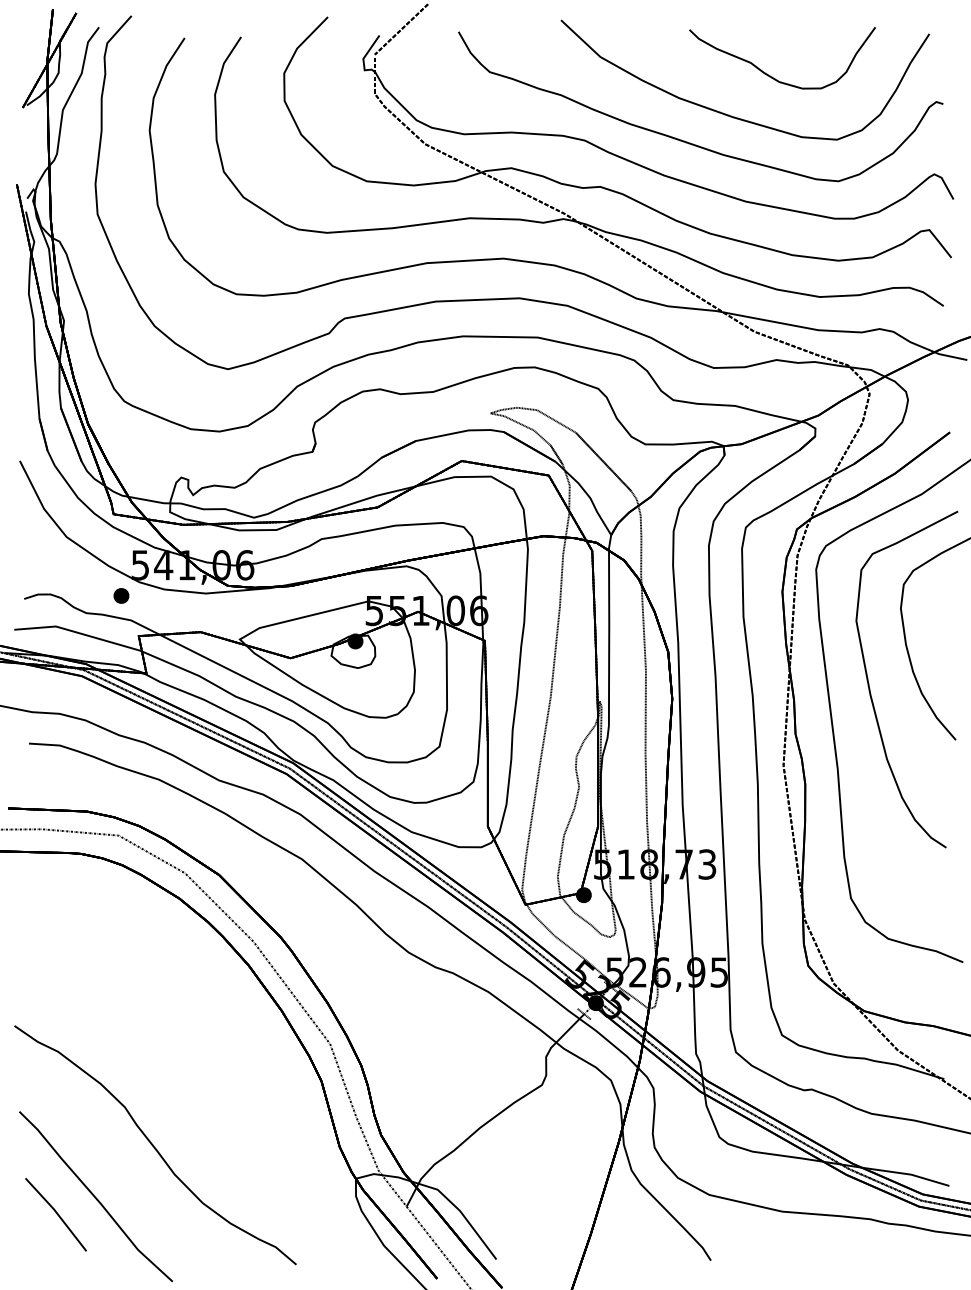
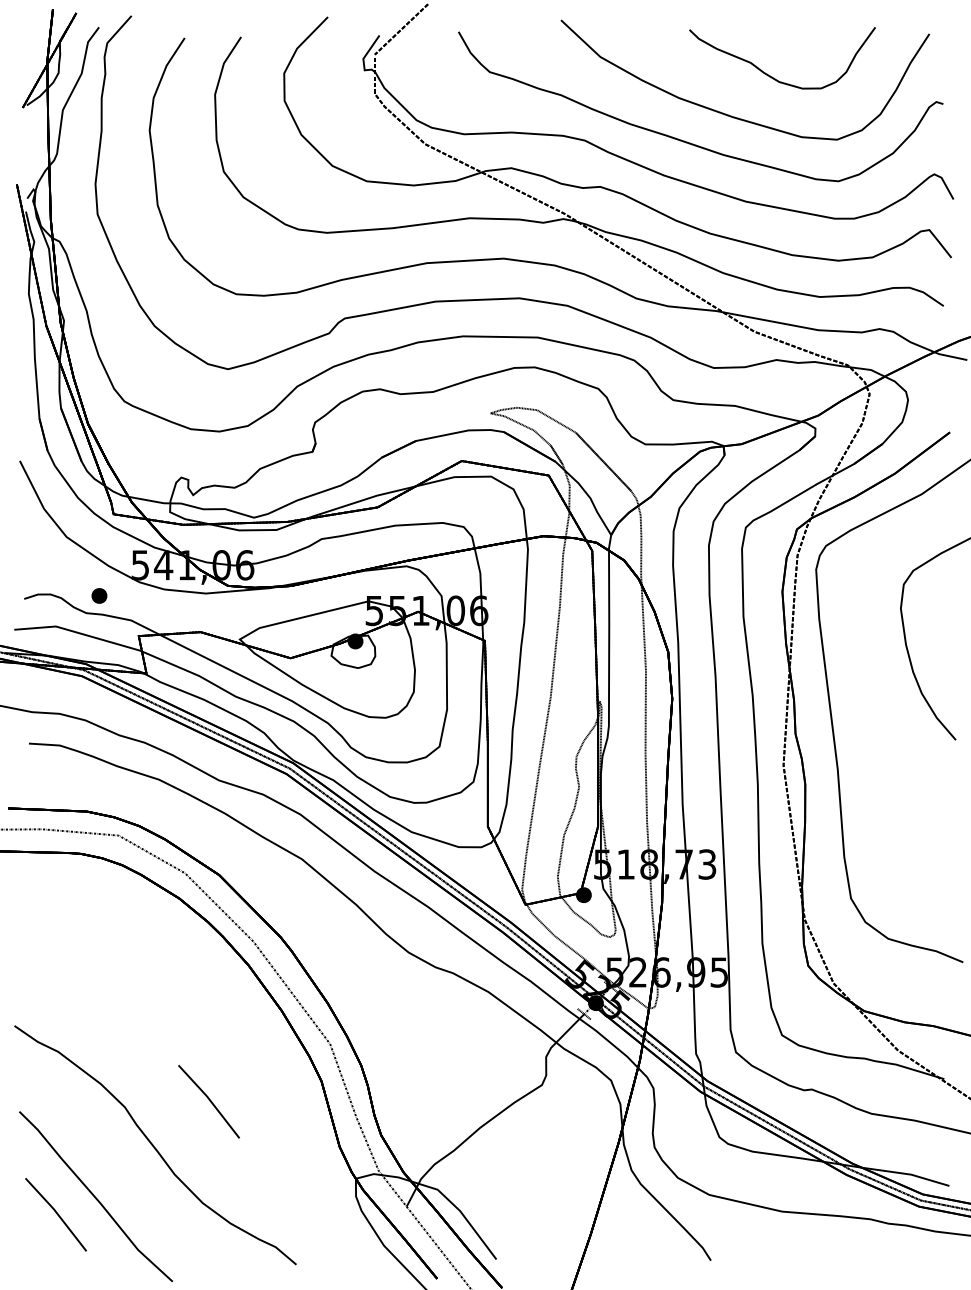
part at (121, 595) position: (121, 595) -> (99, 595)
curve at (870, 688): present -> none
line at (209, 1101): none -> present
